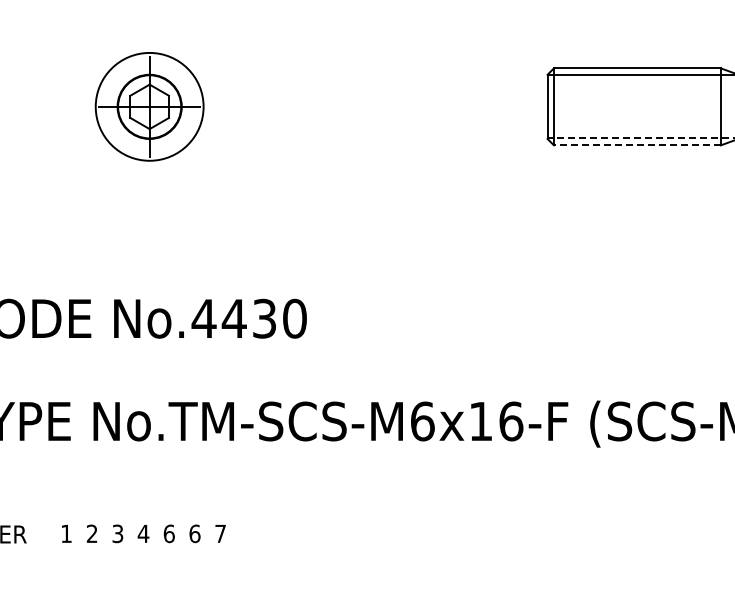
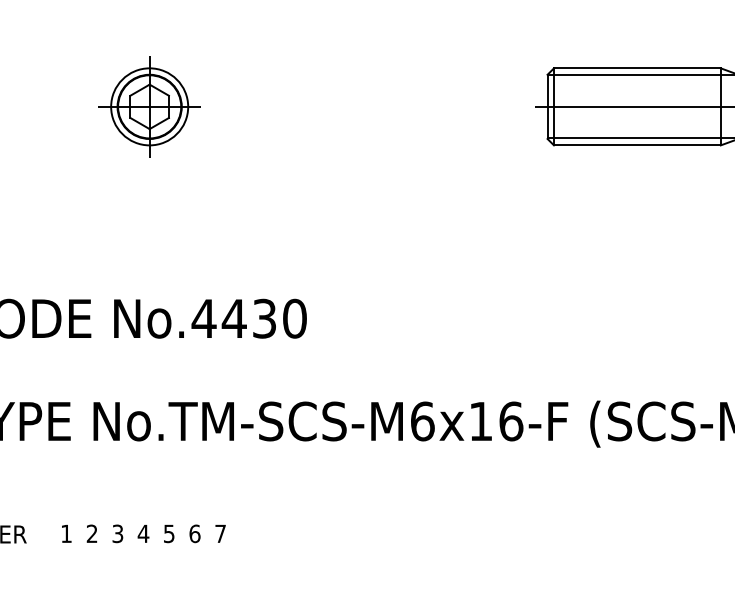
circle at (149, 106) diameter: 108 px -> 77 px
line at (632, 106): none -> present
line at (641, 138): dashed -> solid
line at (636, 145): dashed -> solid
text at (168, 533): 6 -> 5
